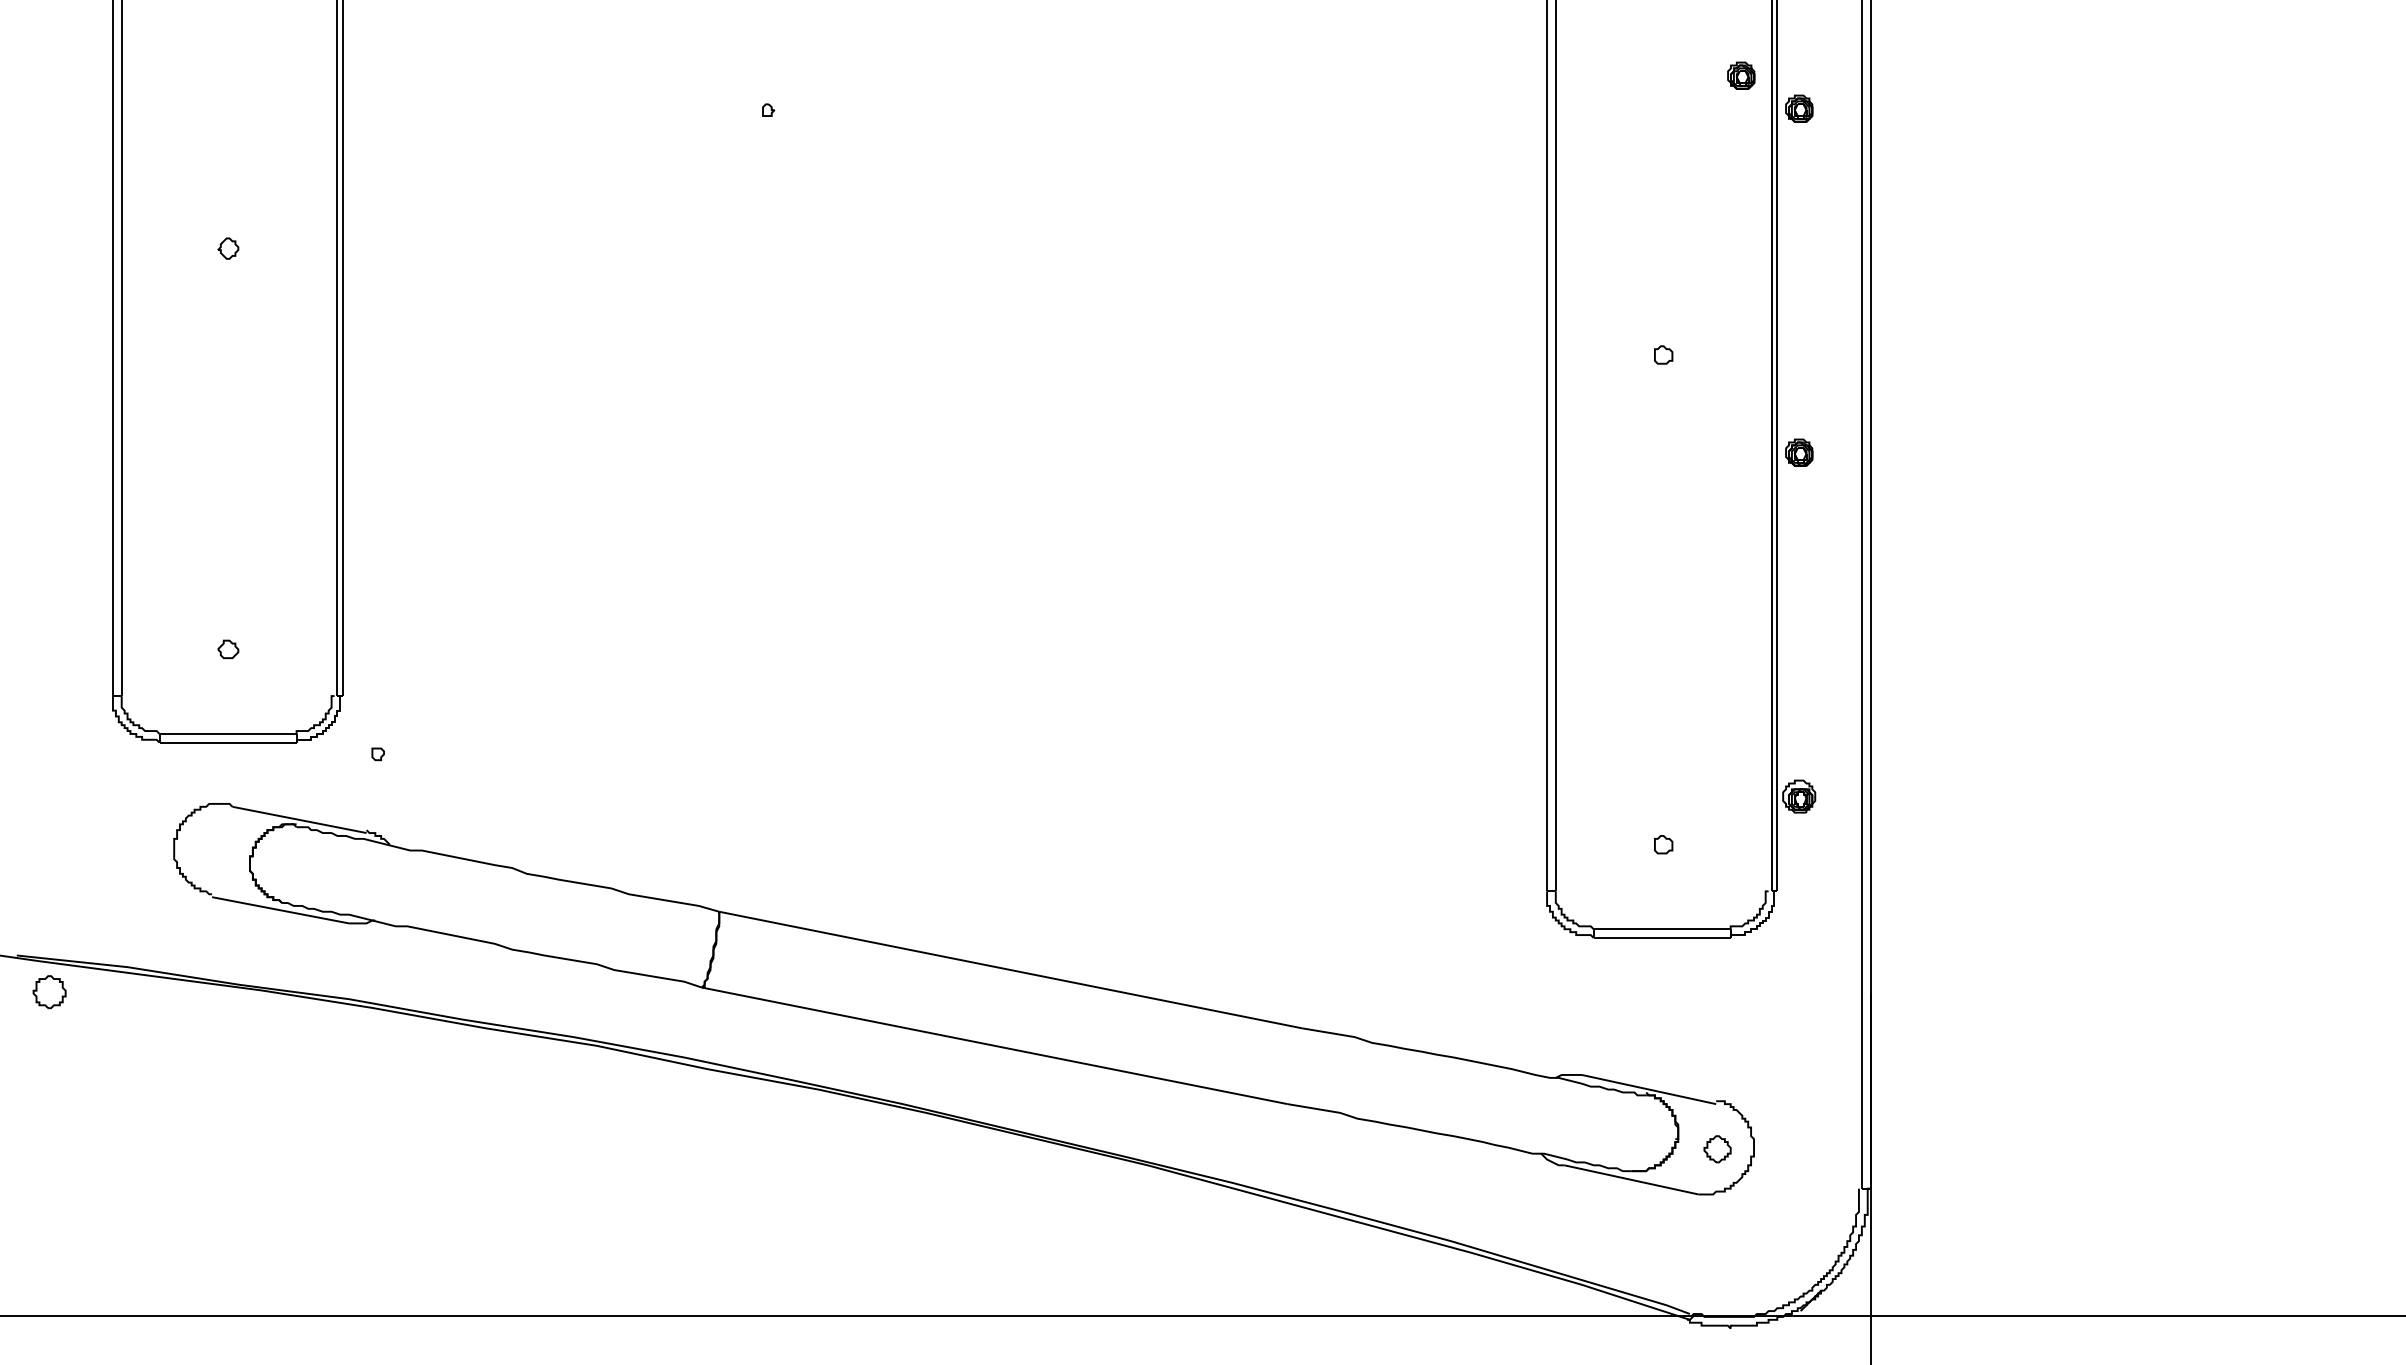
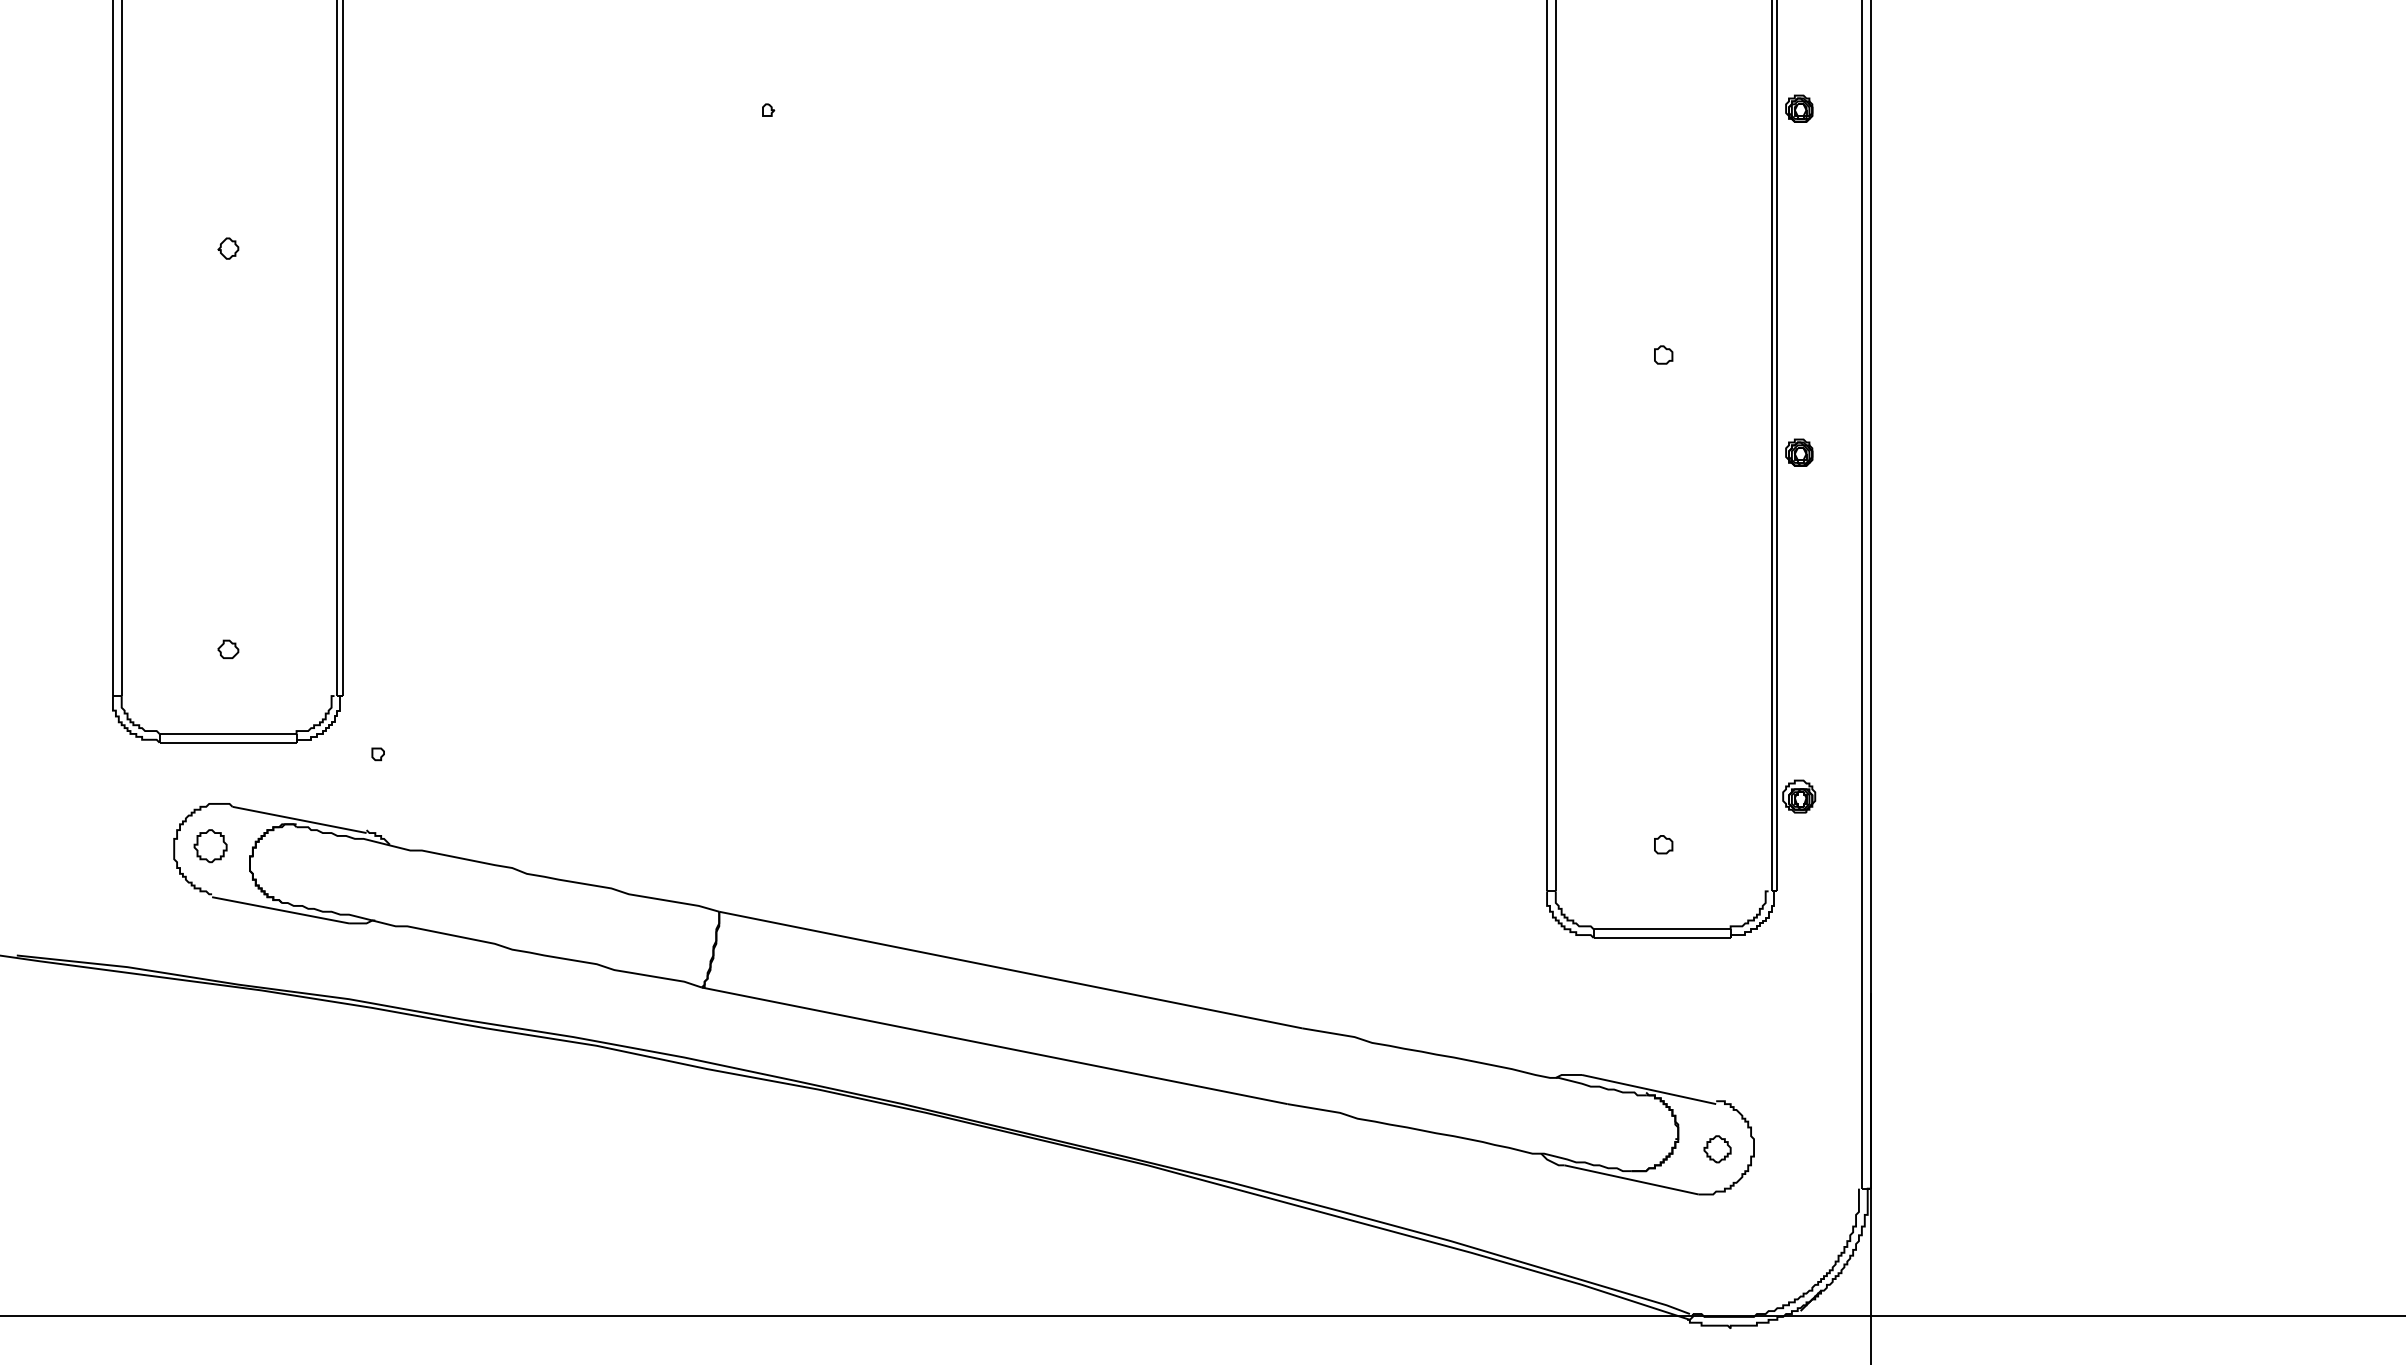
part at (1741, 75): present -> none
part at (49, 992) position: (49, 992) -> (210, 846)
